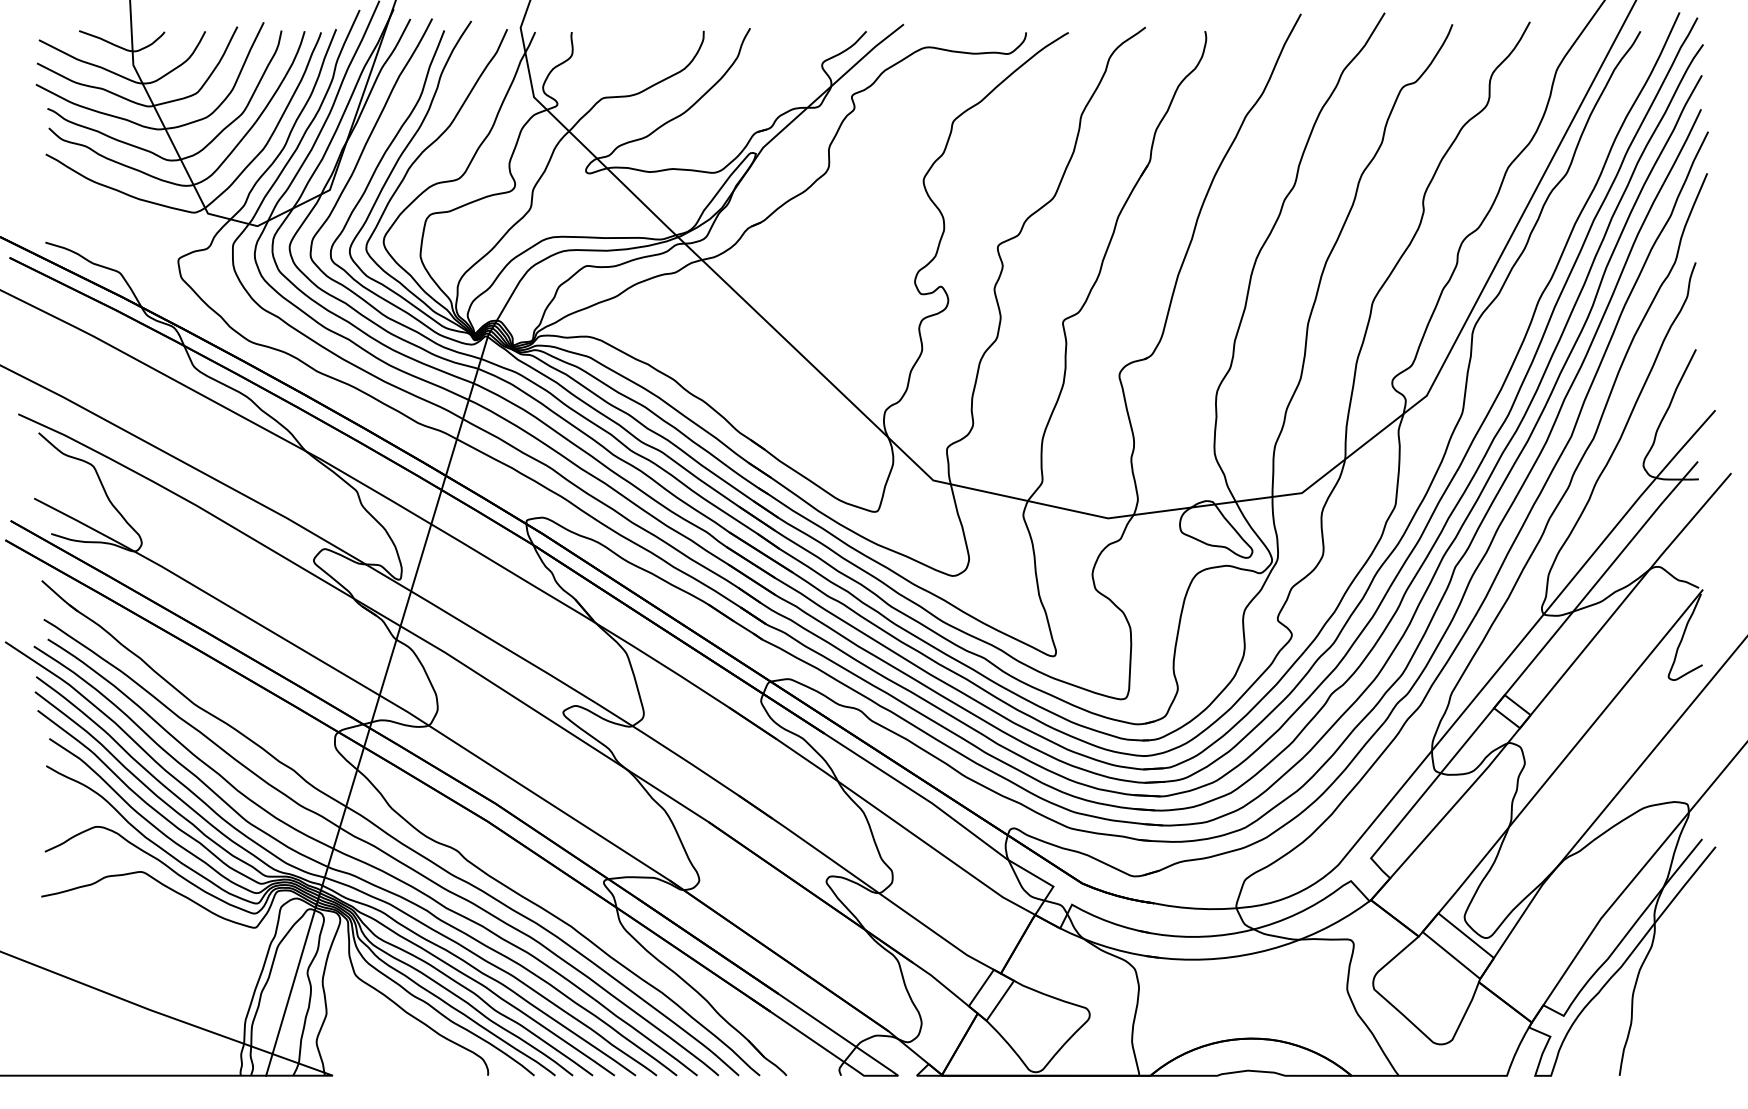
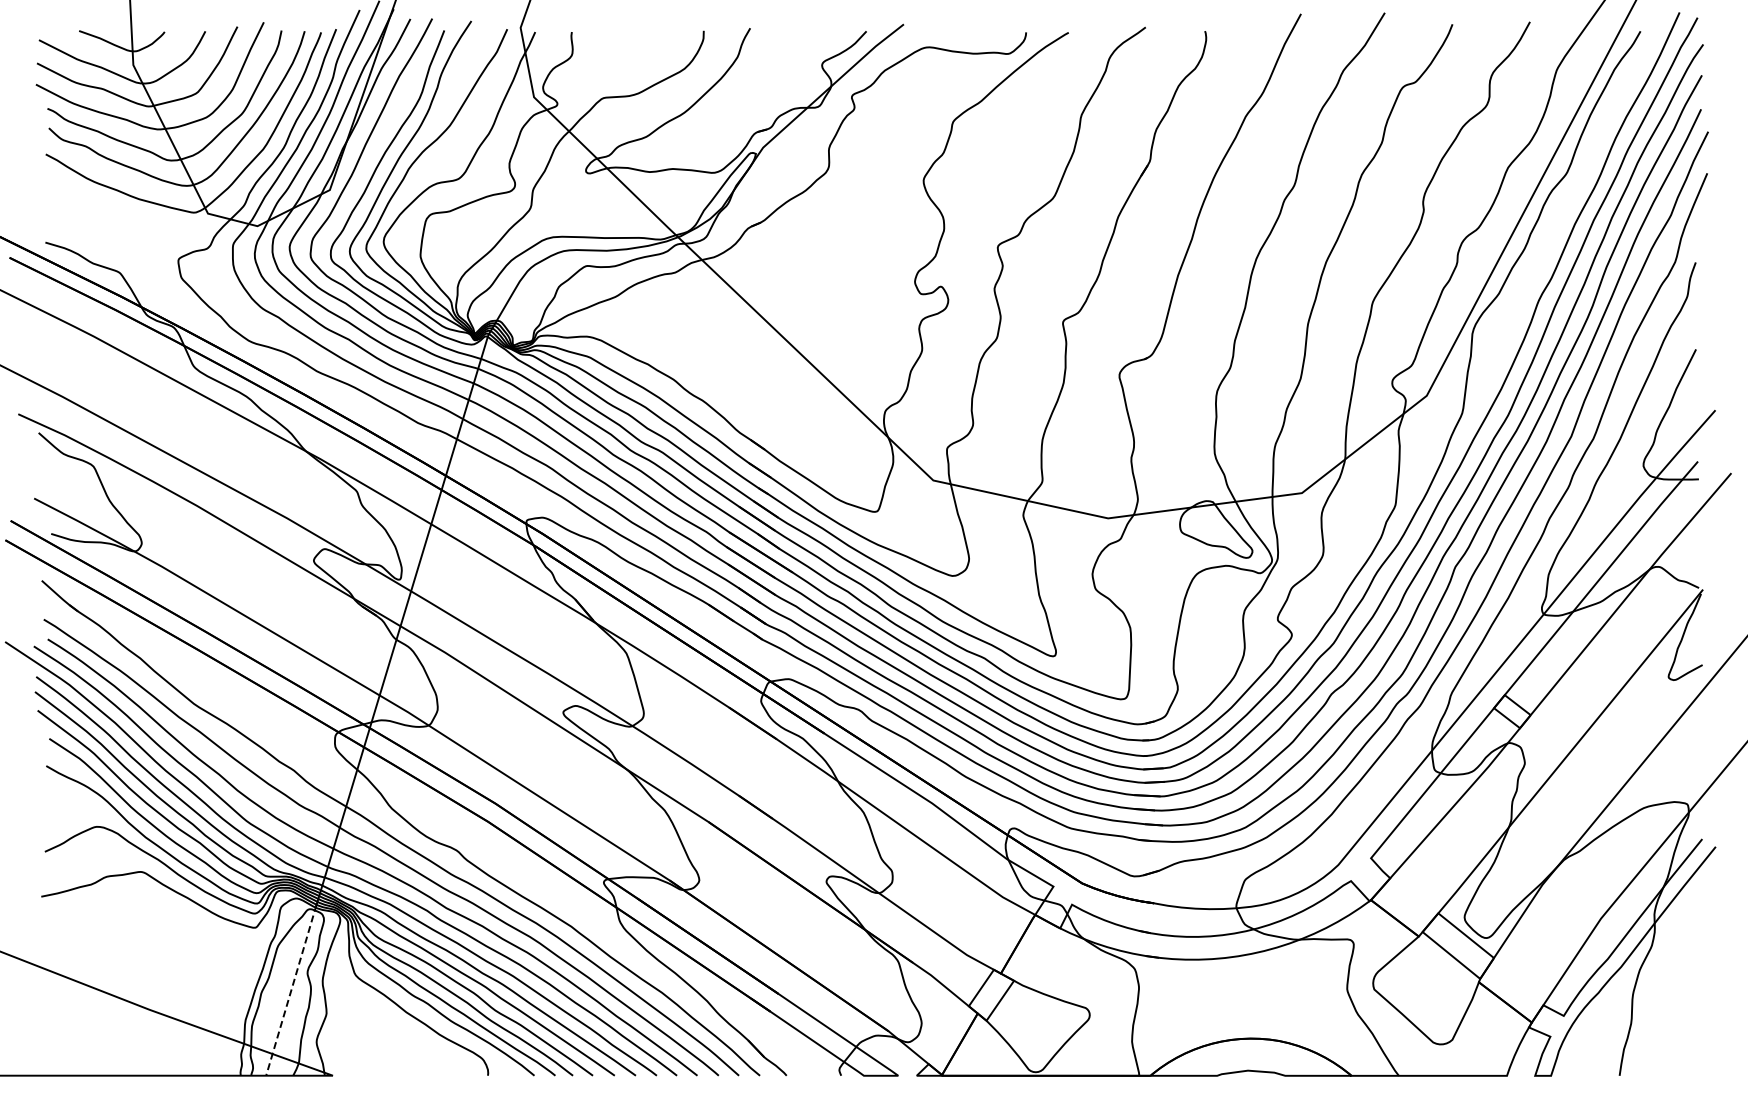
line at (291, 990): solid -> dashed
